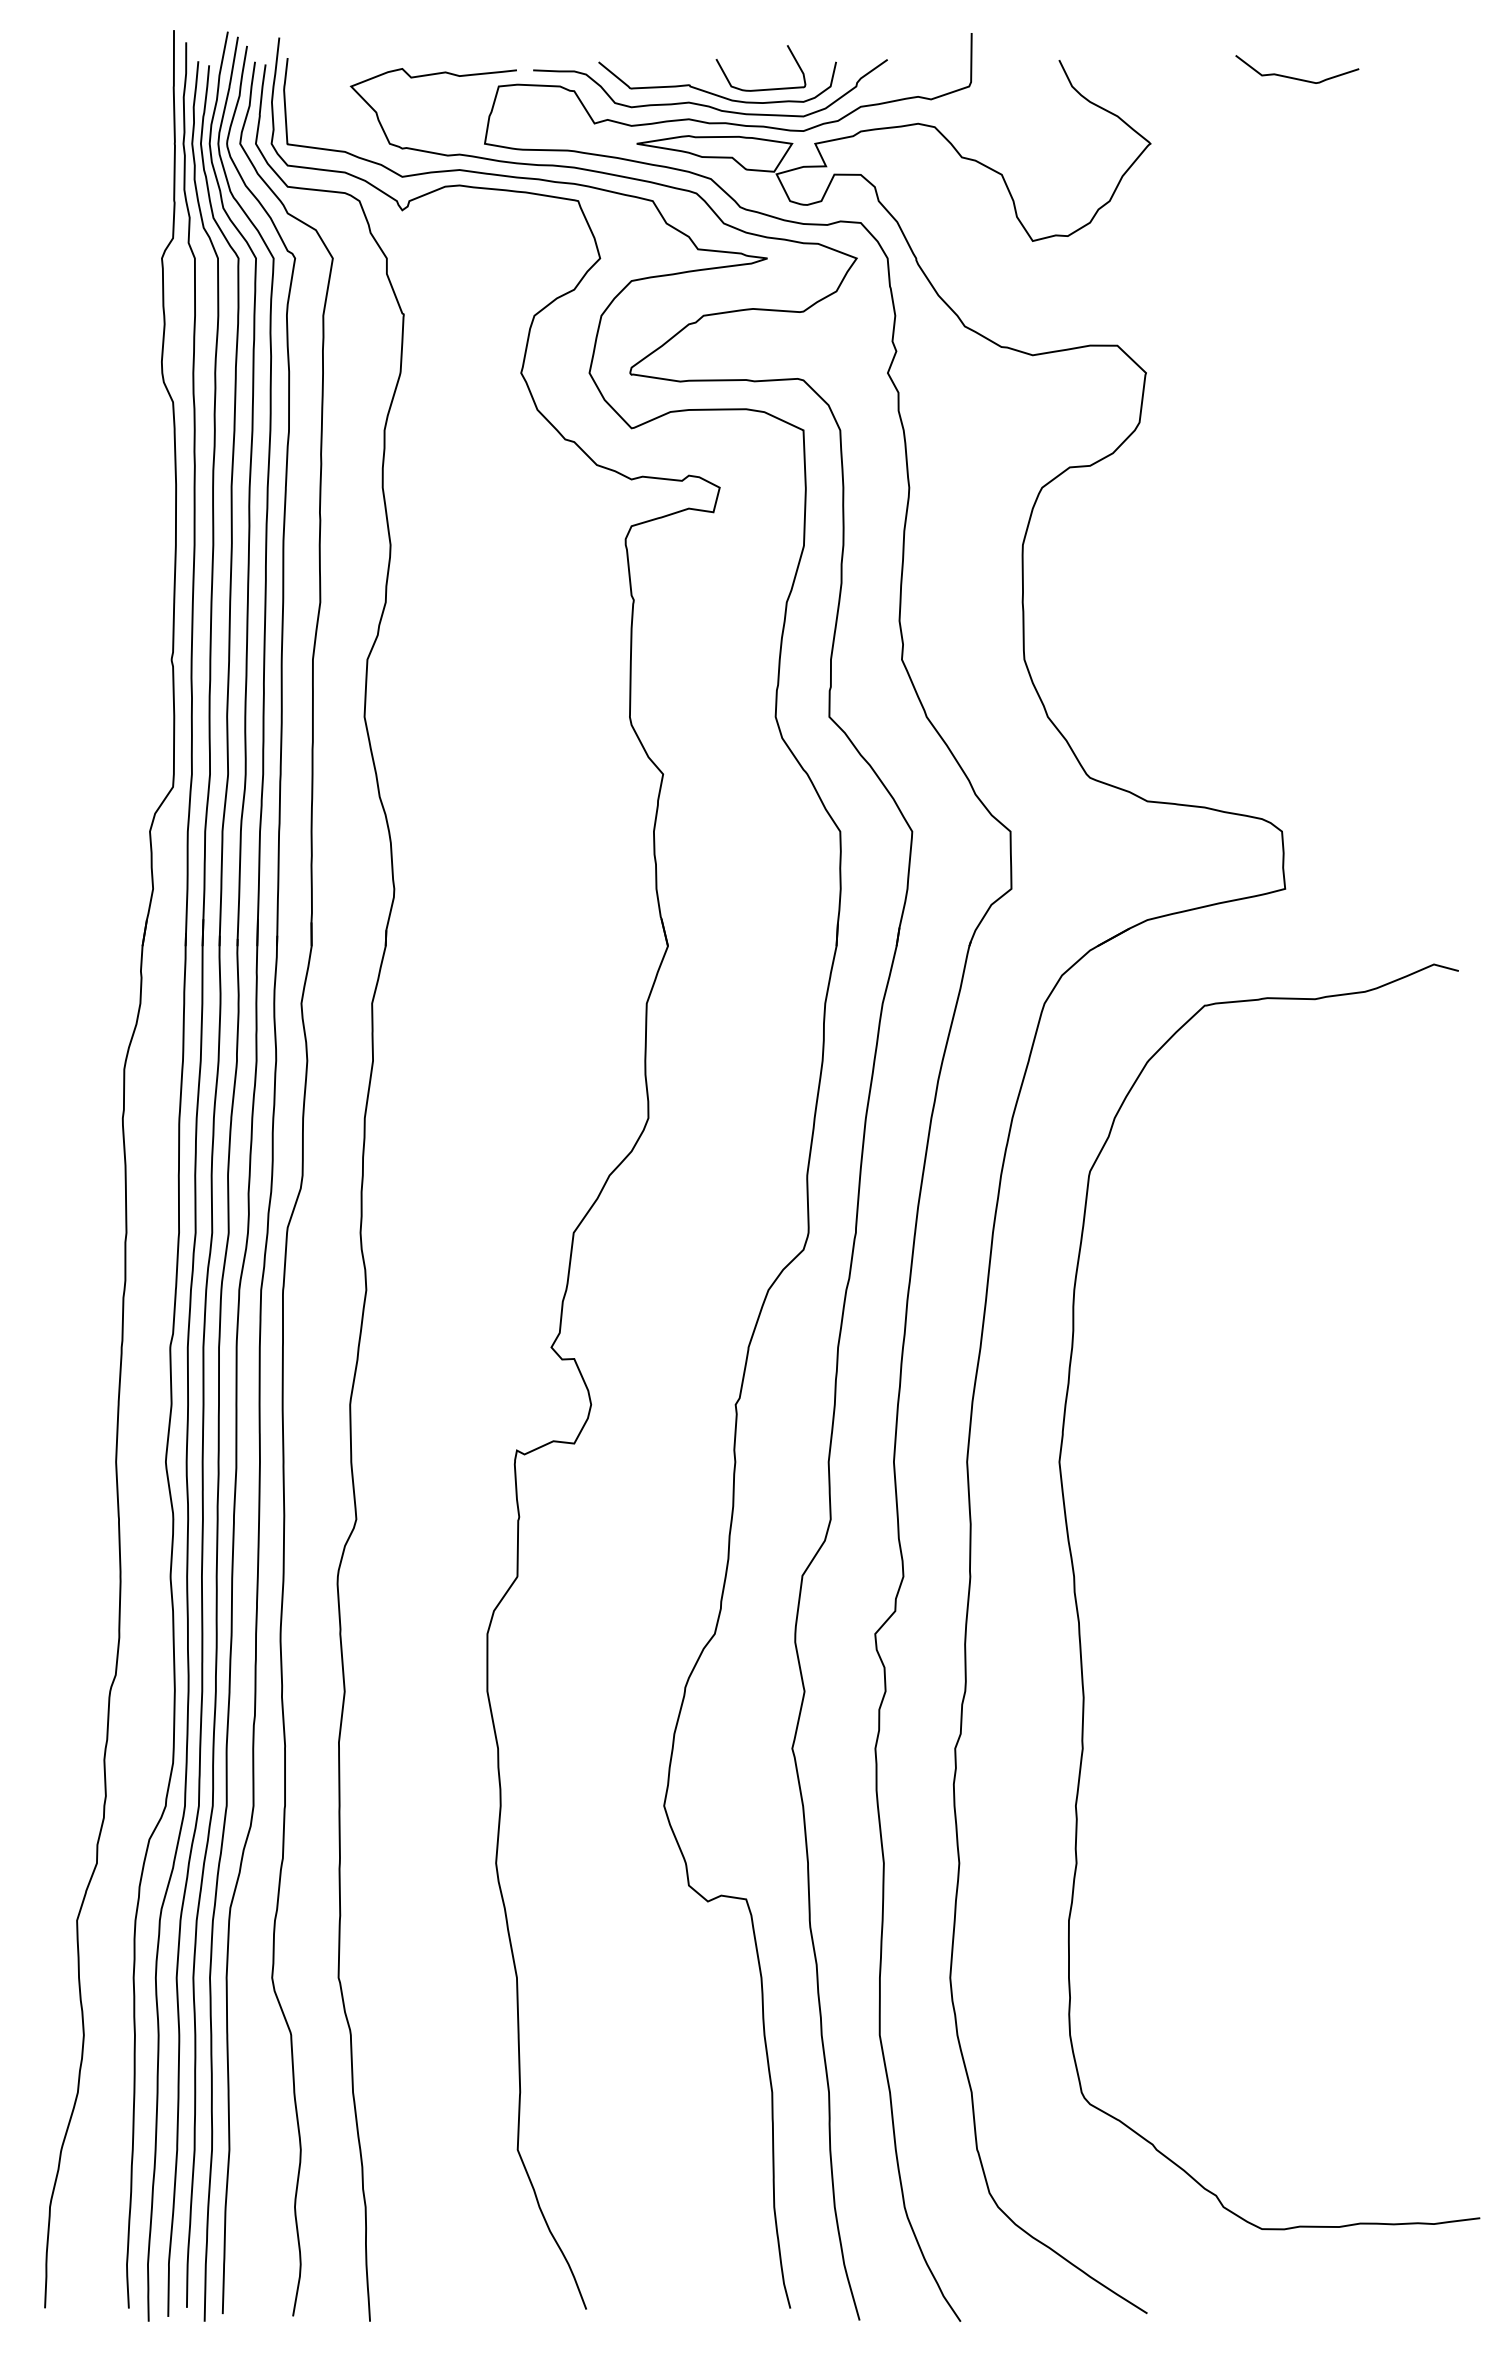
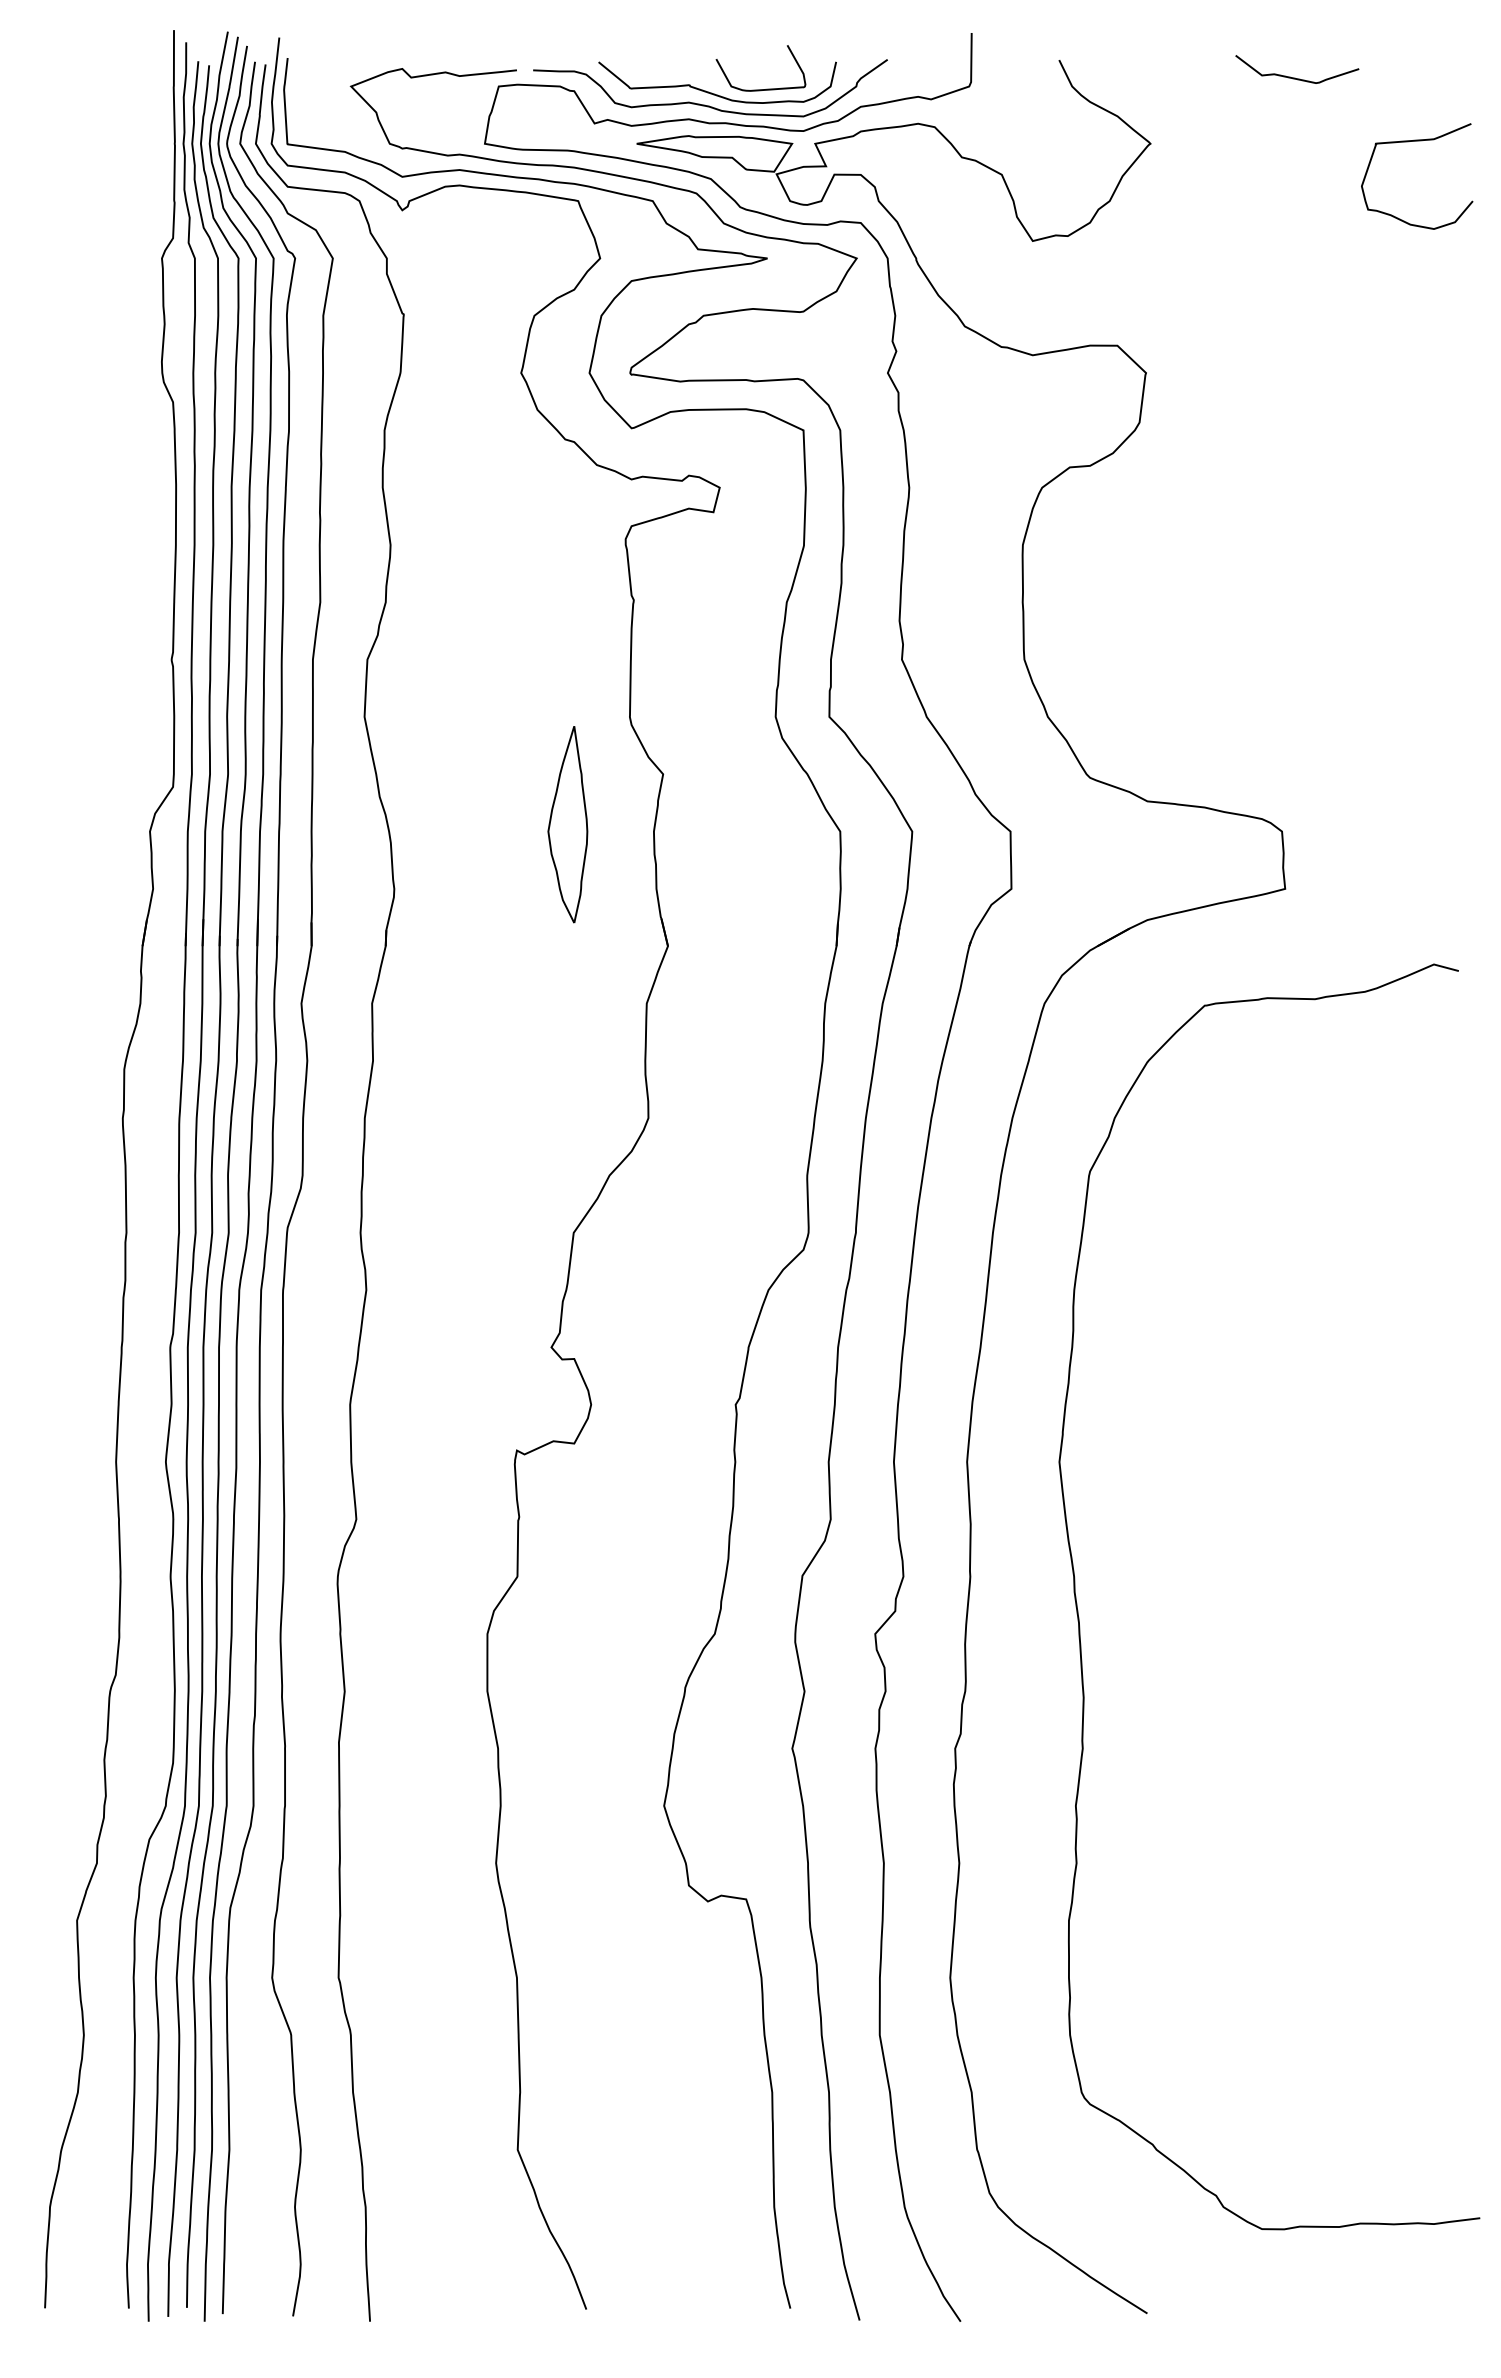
curve at (1417, 141): none -> present
part at (567, 824): none -> present
